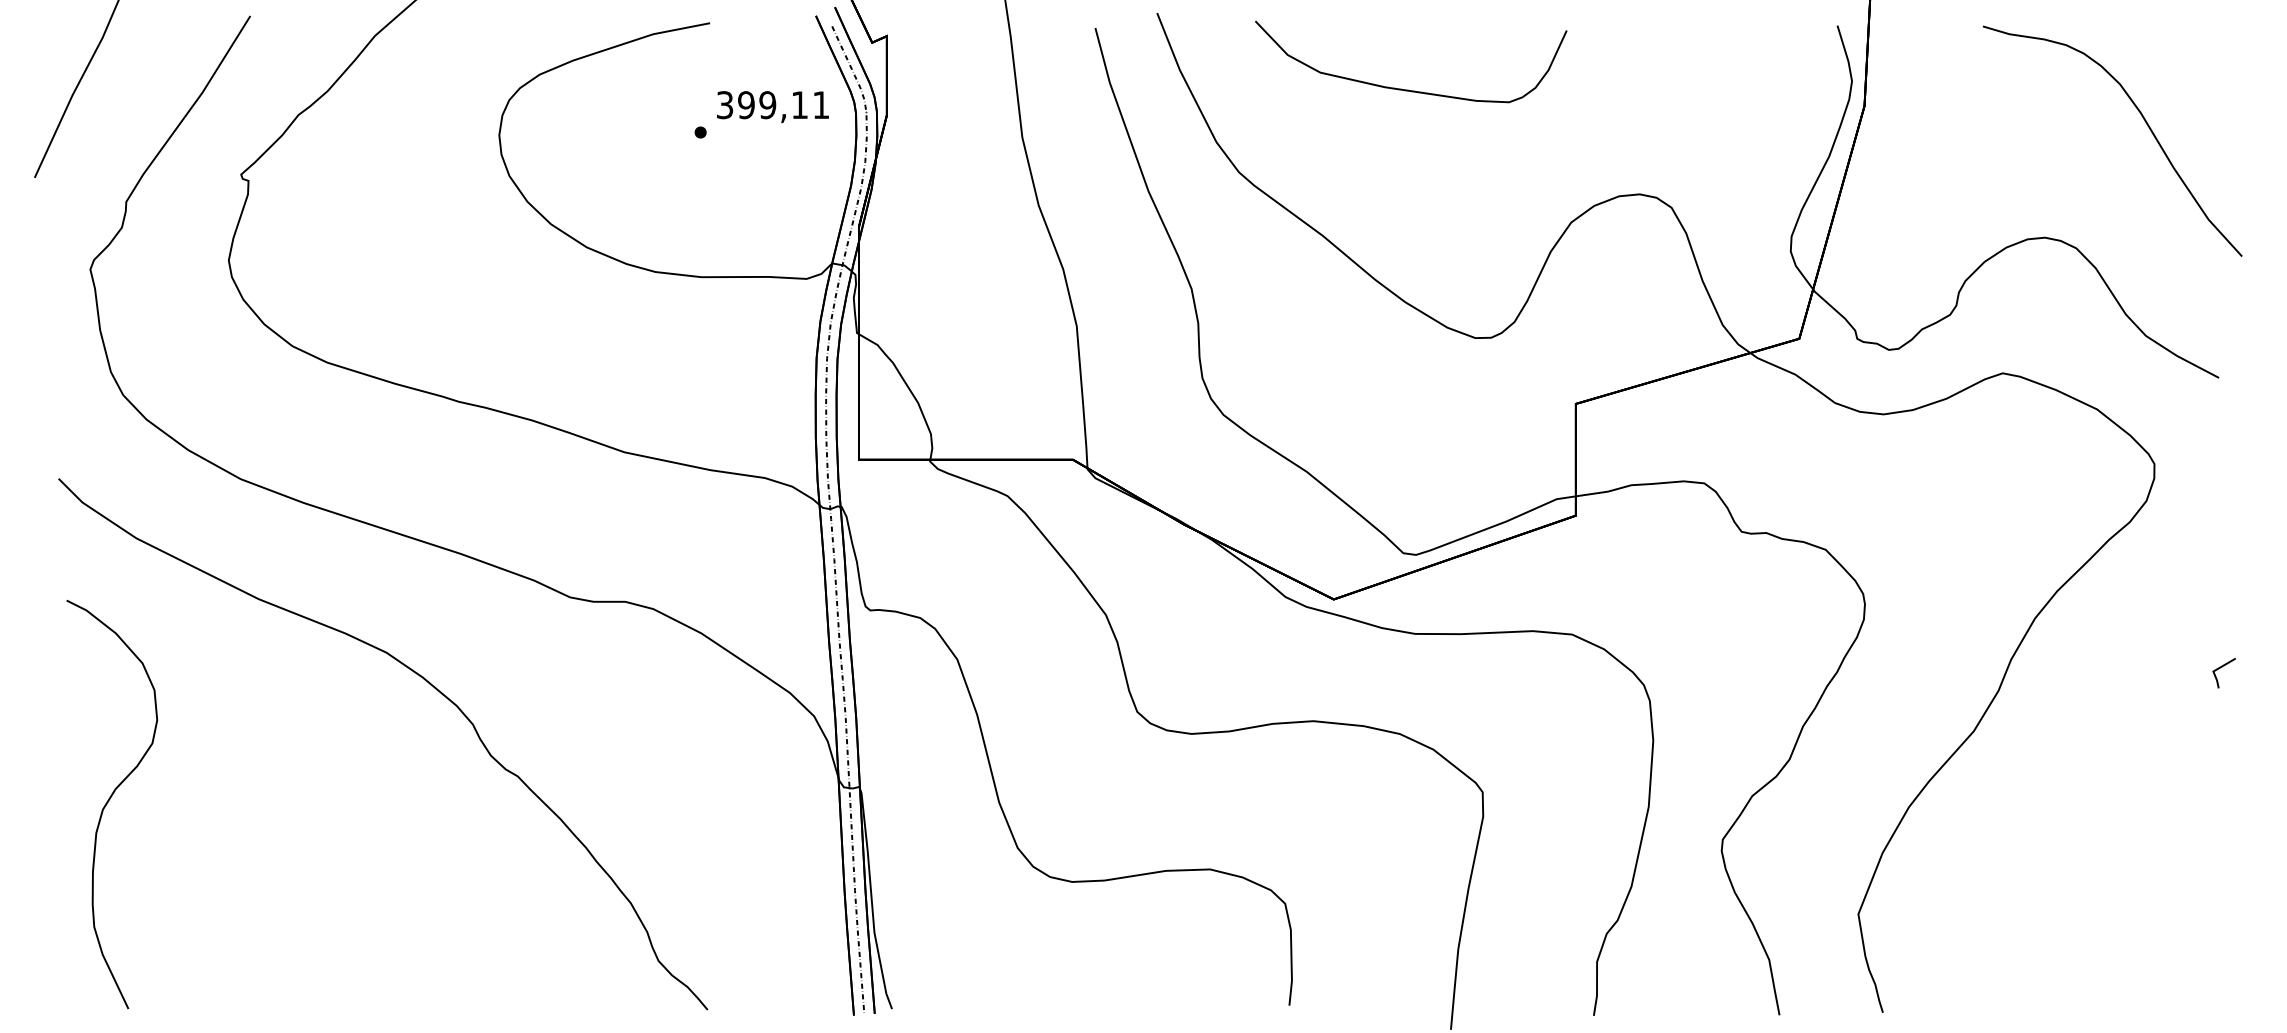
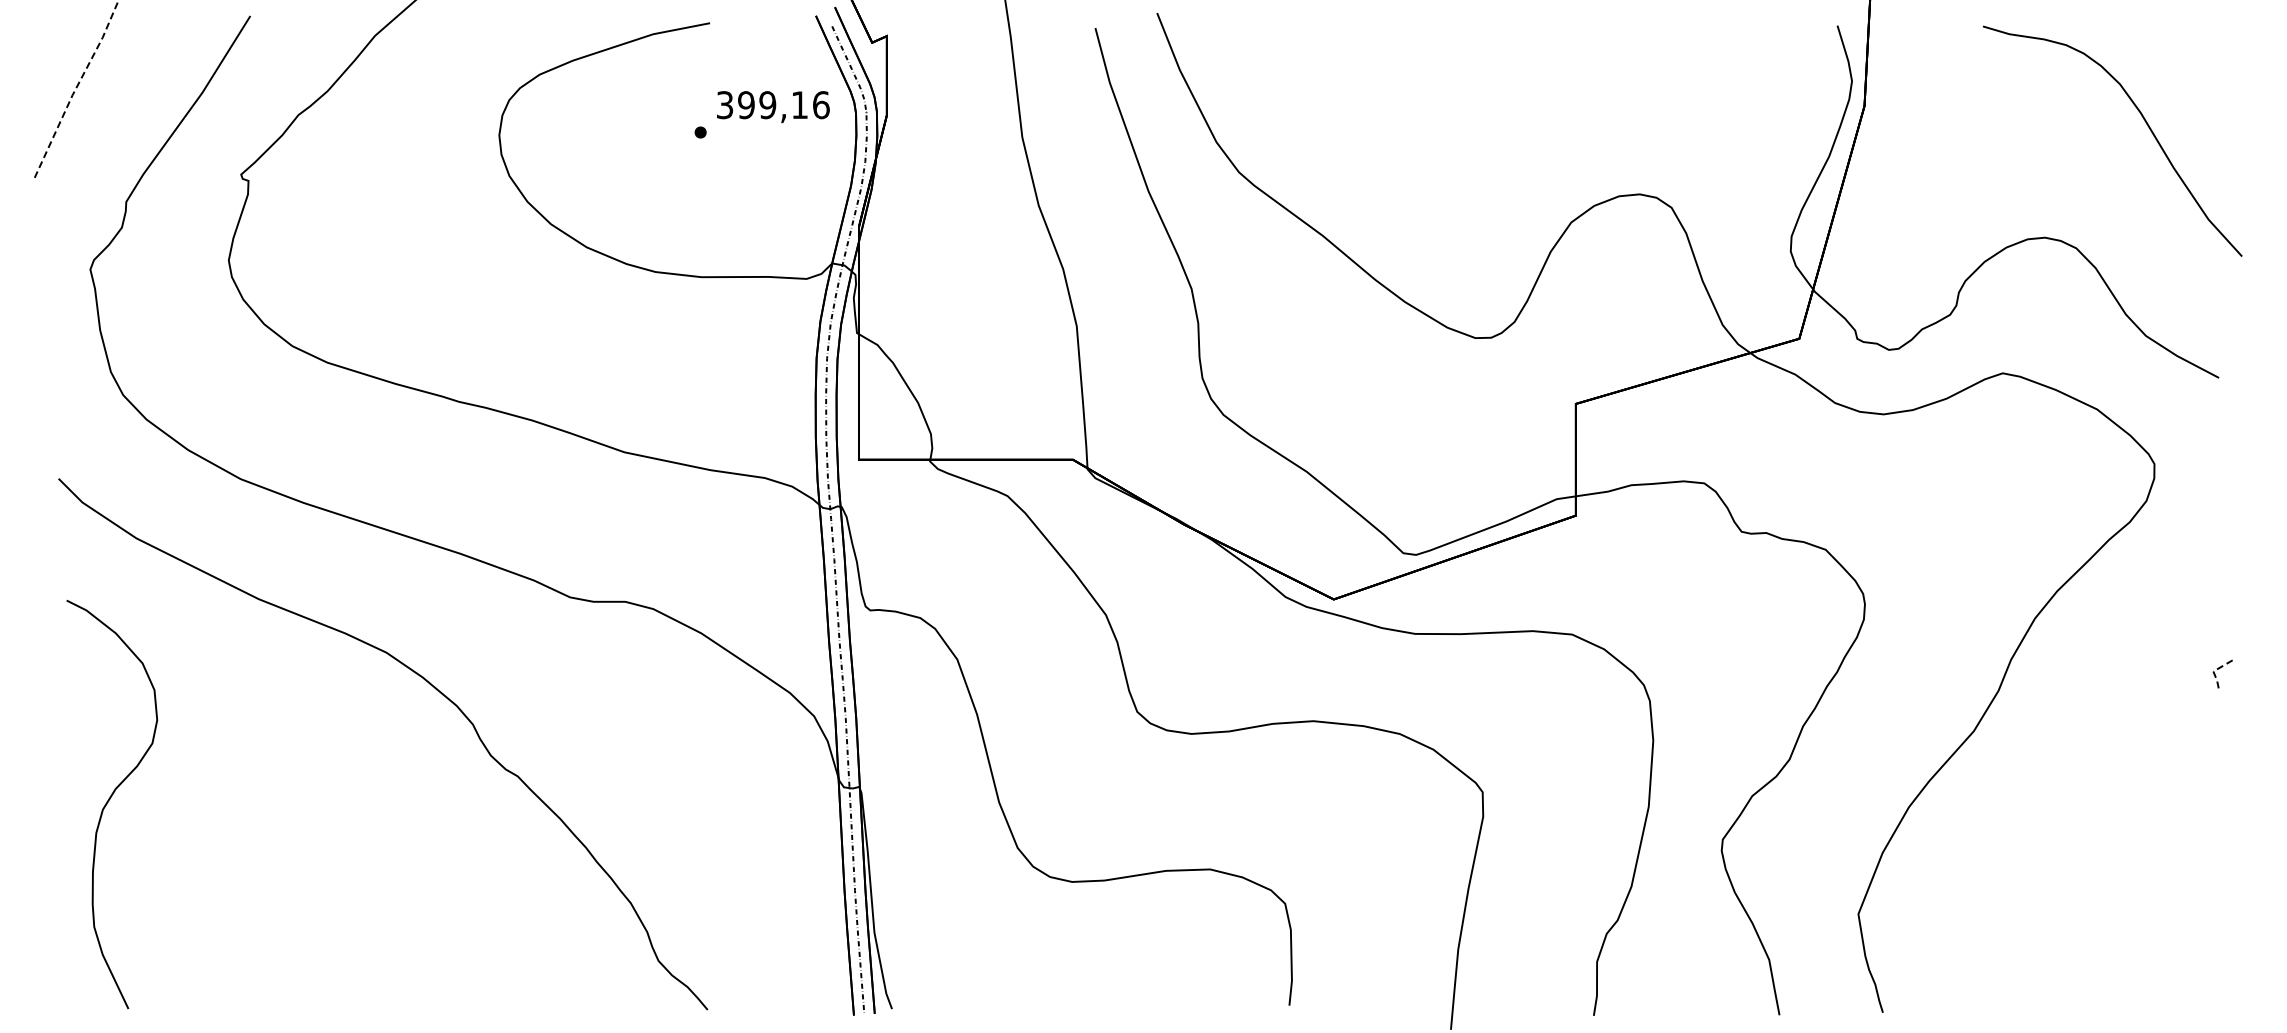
line at (76, 88): solid -> dashed
curve at (1408, 89): present -> none
text at (821, 105): 399,11 -> 399,16
line at (2215, 670): solid -> dashed
